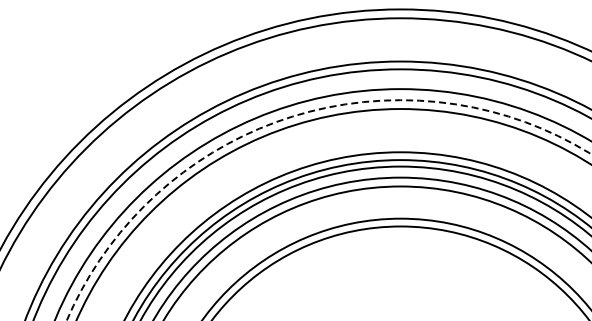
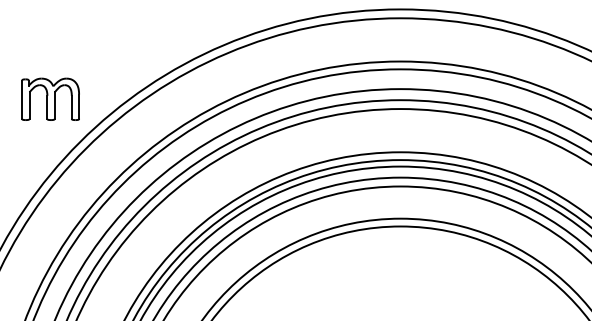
part at (50, 98): none -> present
circle at (328, 210): dashed -> solid
